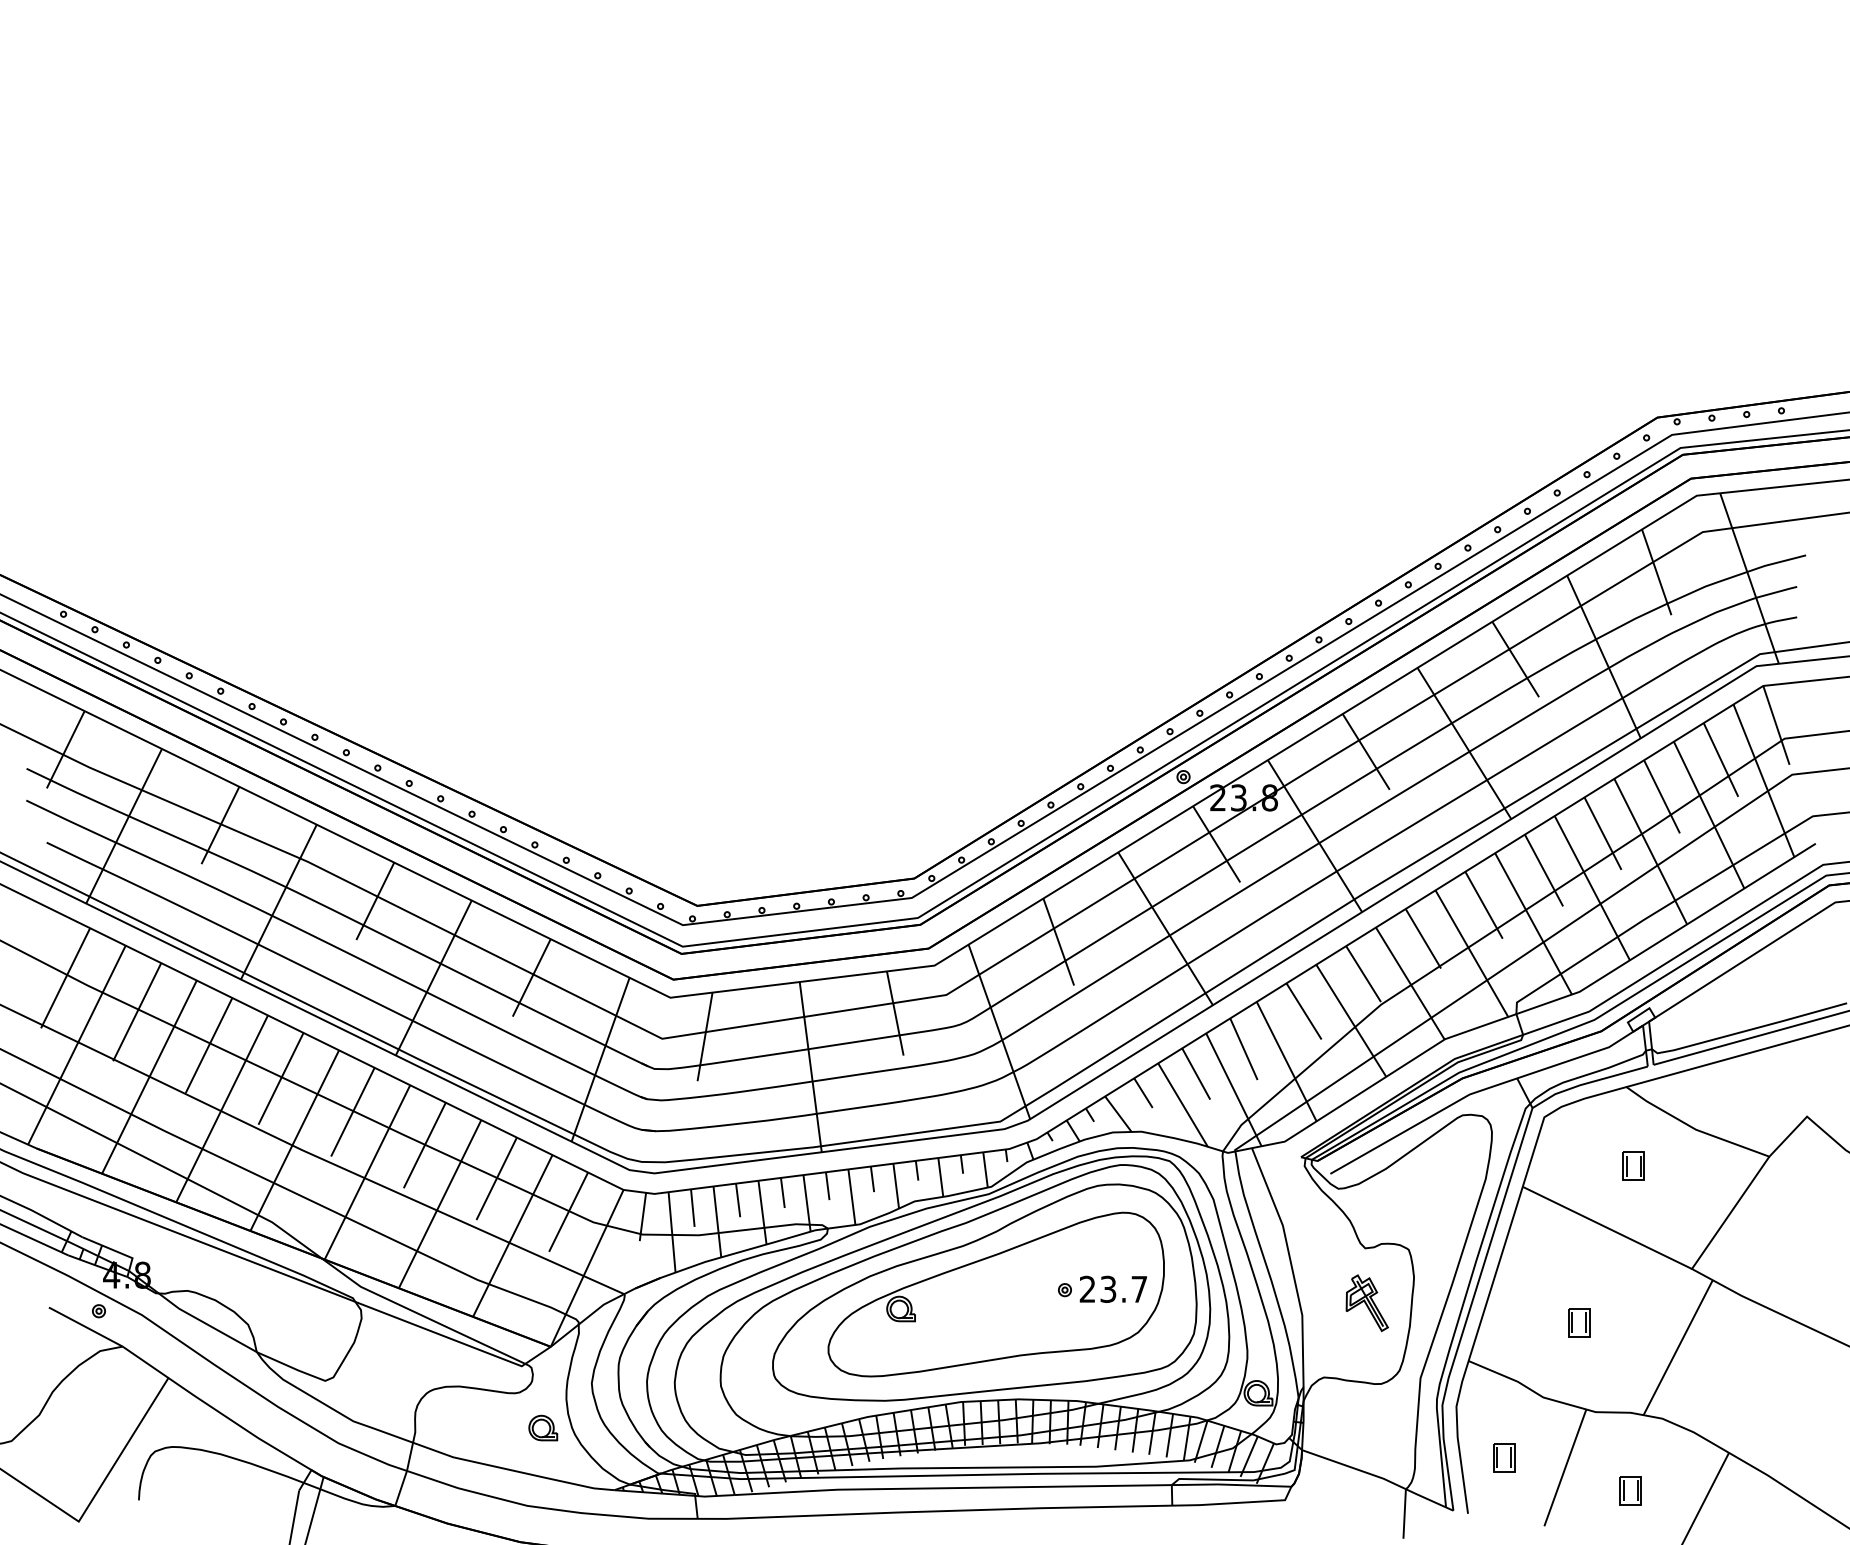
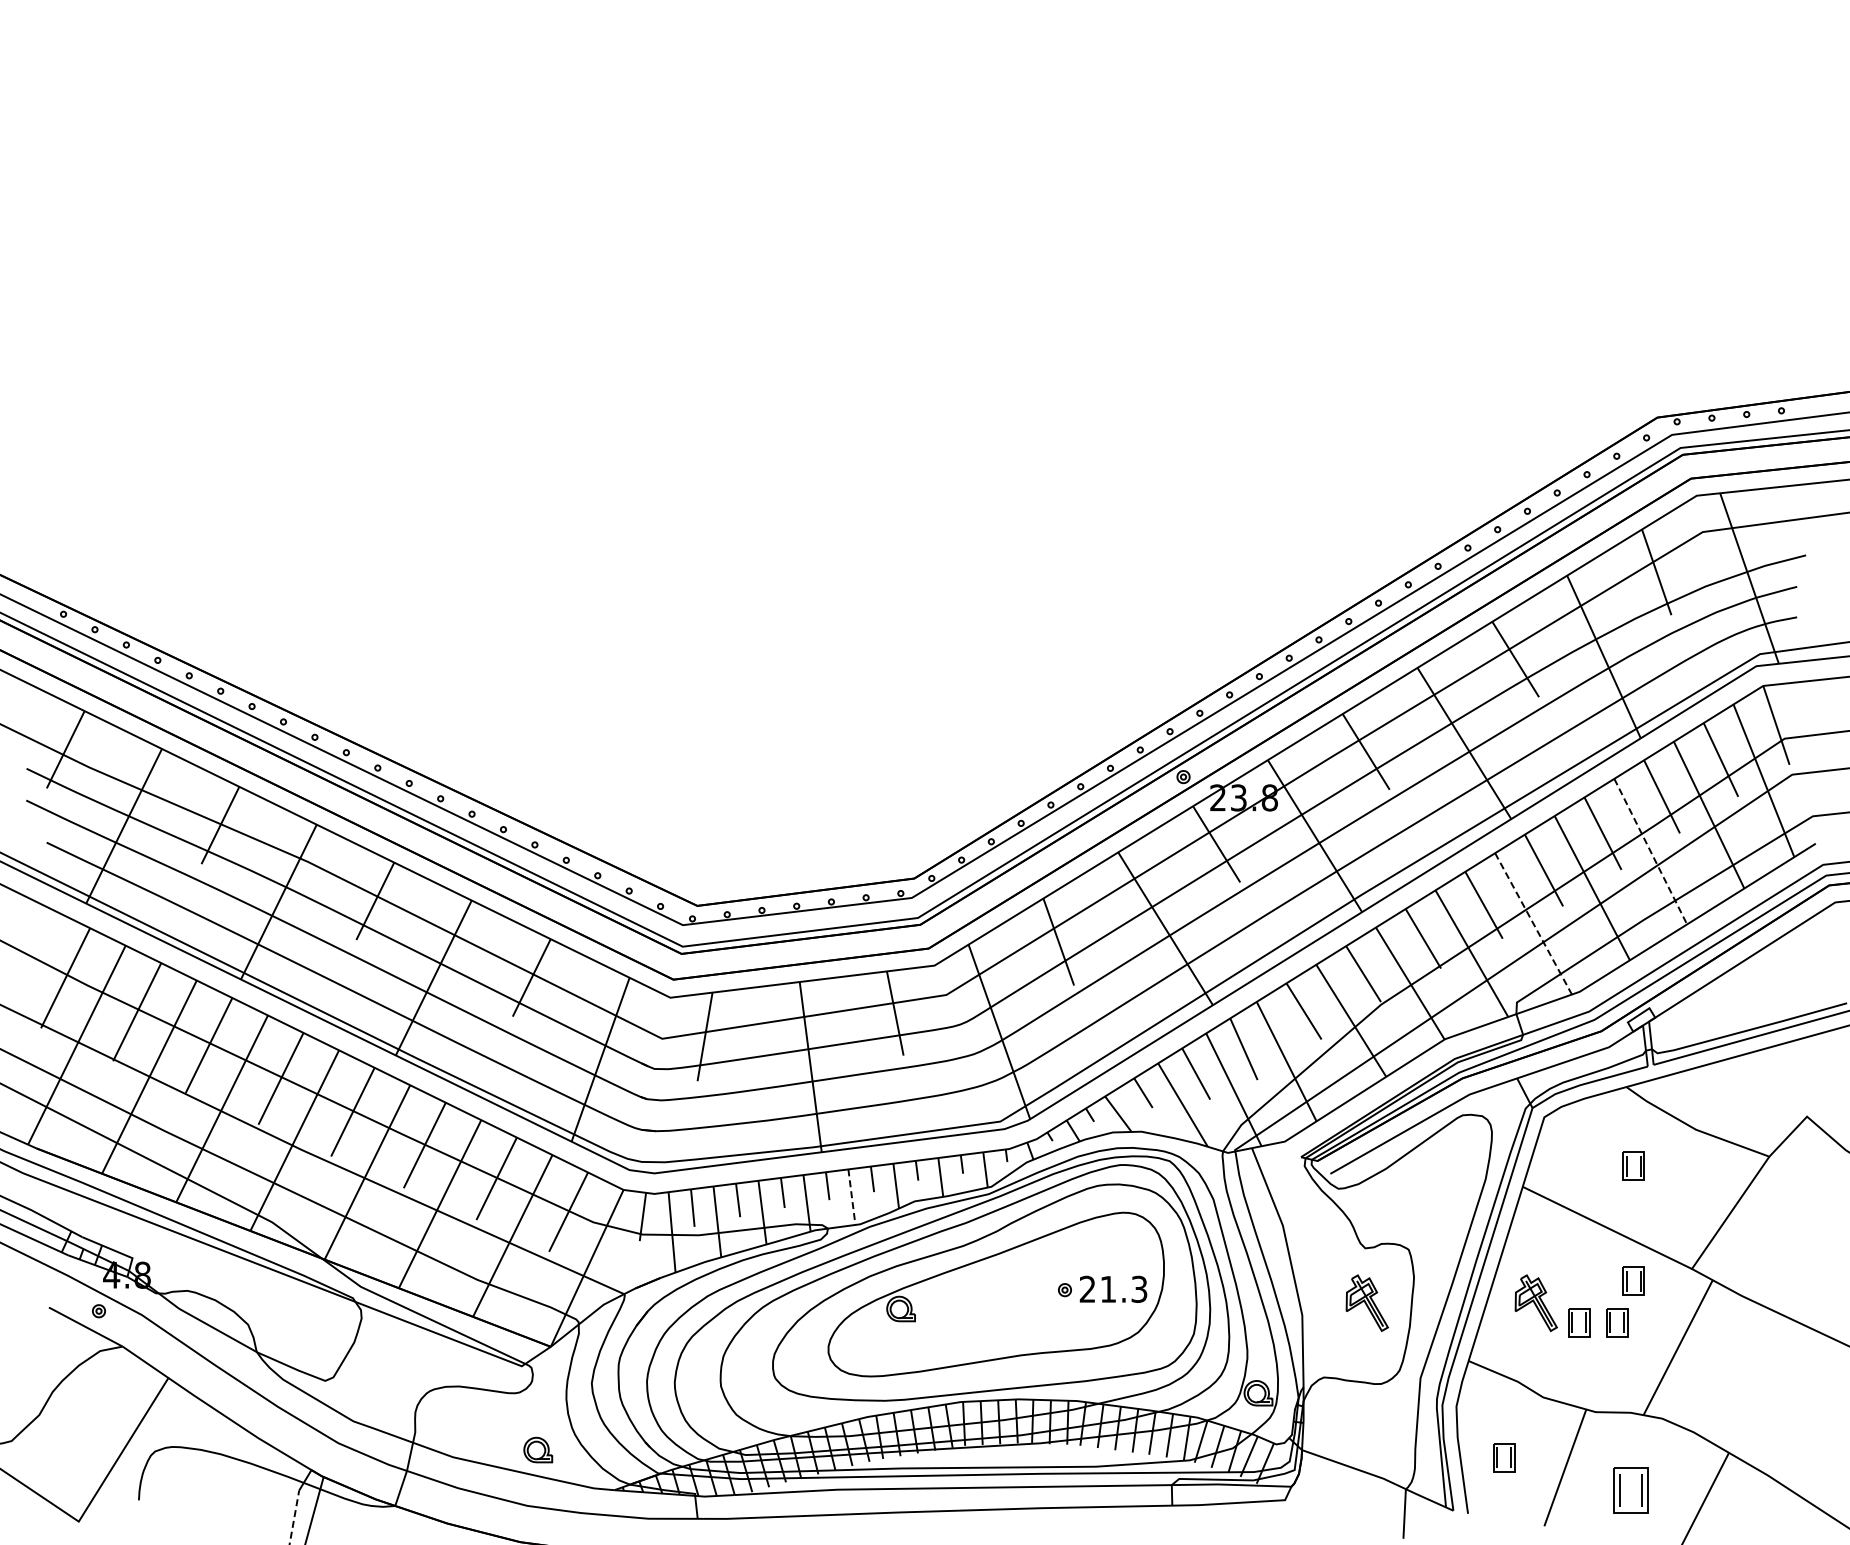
line at (1650, 852): solid -> dashed
line at (1533, 924): solid -> dashed
line at (851, 1197): solid -> dashed
part at (1633, 1280): none -> present
text at (1123, 1288): 23.7 -> 21.3
part at (1535, 1303): none -> present
part at (1617, 1322): none -> present
part at (543, 1427) position: (543, 1427) -> (538, 1449)
part at (1630, 1490) size: 23x30 px -> 36x47 px
line at (294, 1517): solid -> dashed
